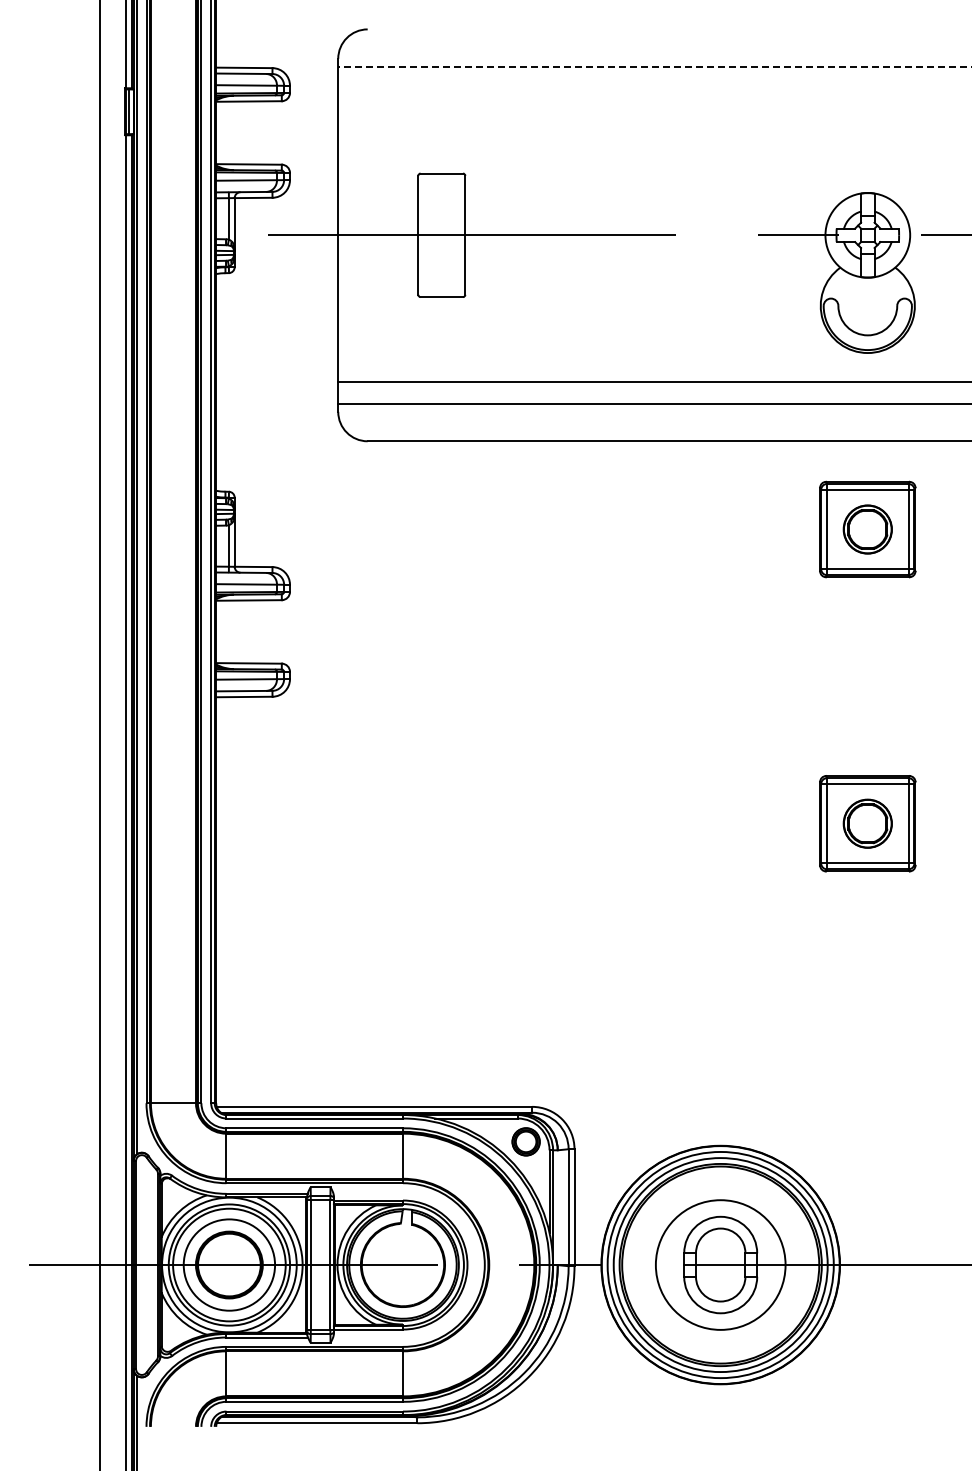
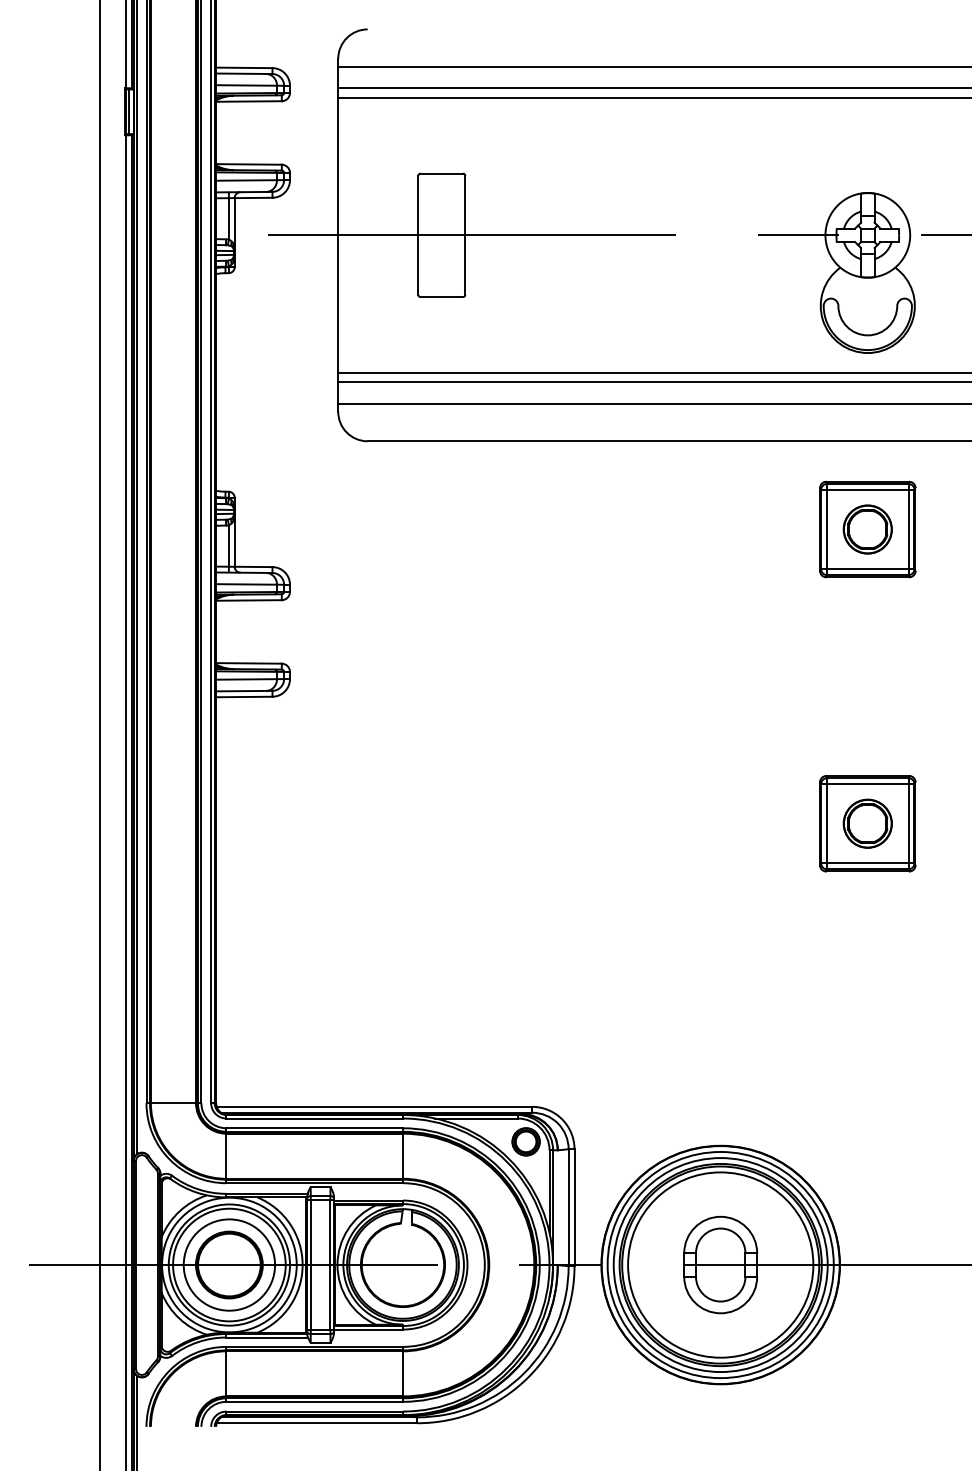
line at (654, 67): dashed -> solid
line at (653, 88): none -> present
line at (653, 97): none -> present
line at (653, 373): none -> present
circle at (720, 1264) diameter: 130 px -> 185 px
